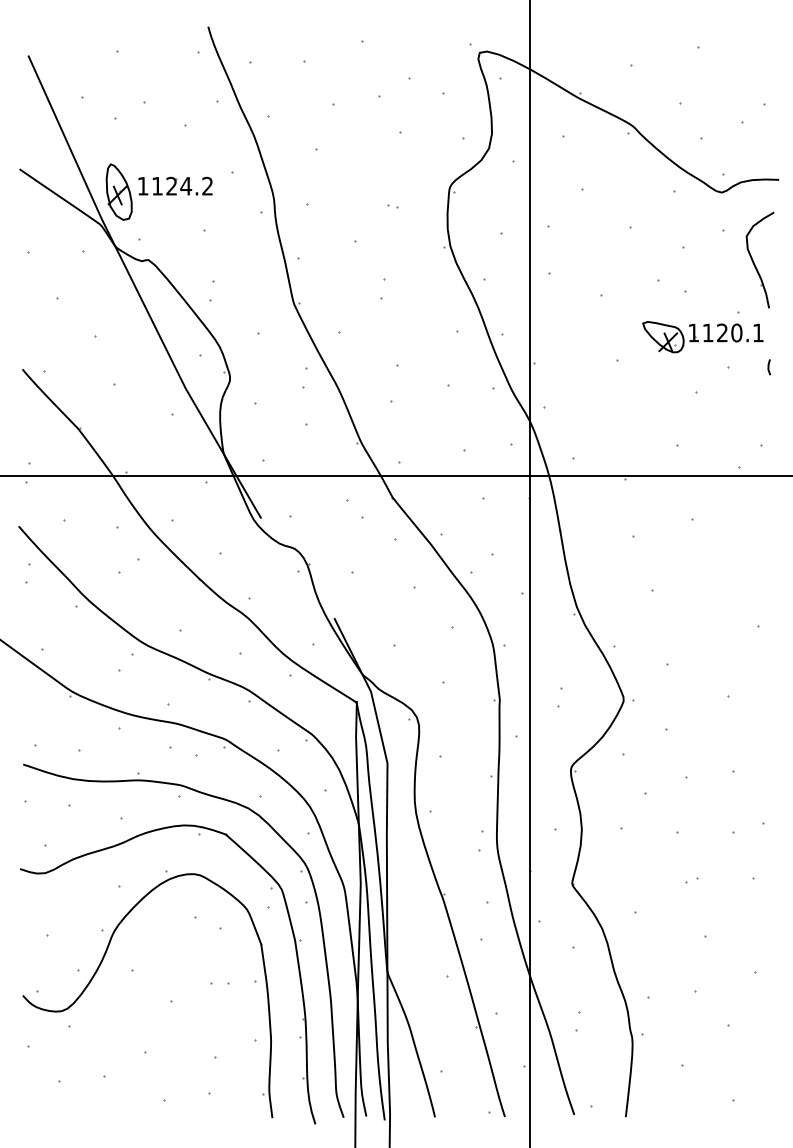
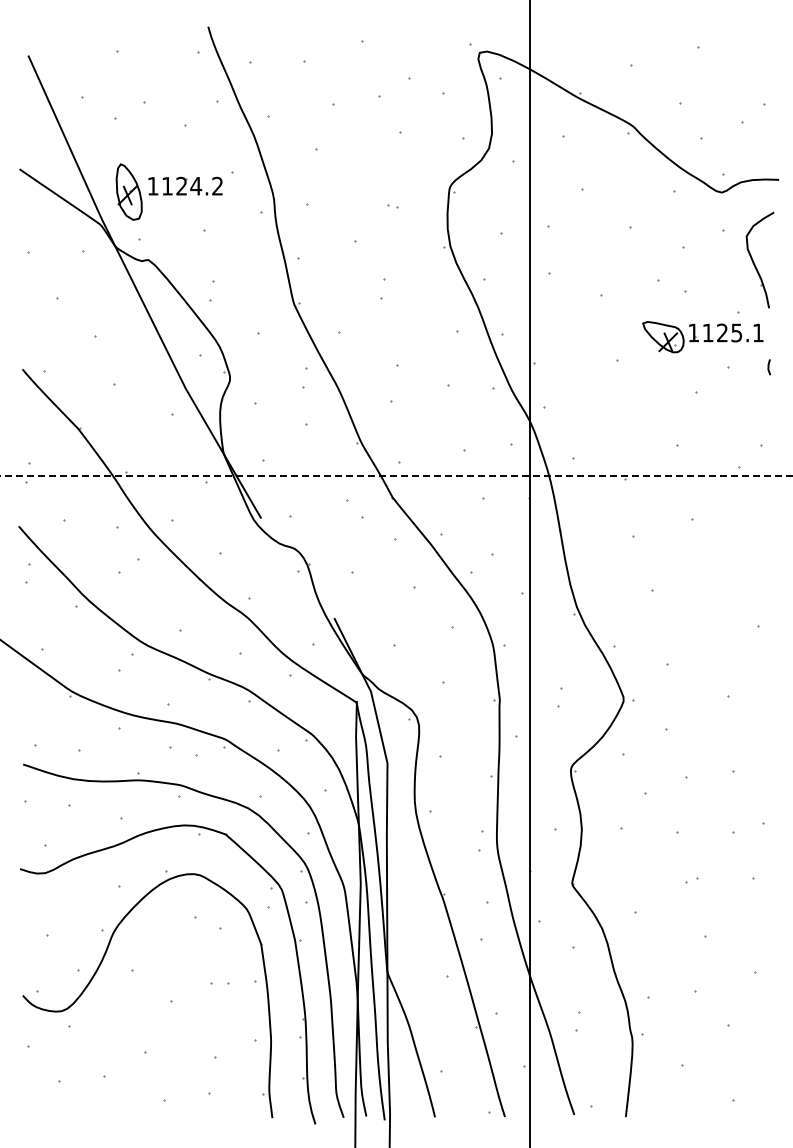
part at (158, 191) position: (158, 191) -> (168, 191)
text at (736, 332): 1120.1 -> 1125.1
line at (396, 476): solid -> dashed
